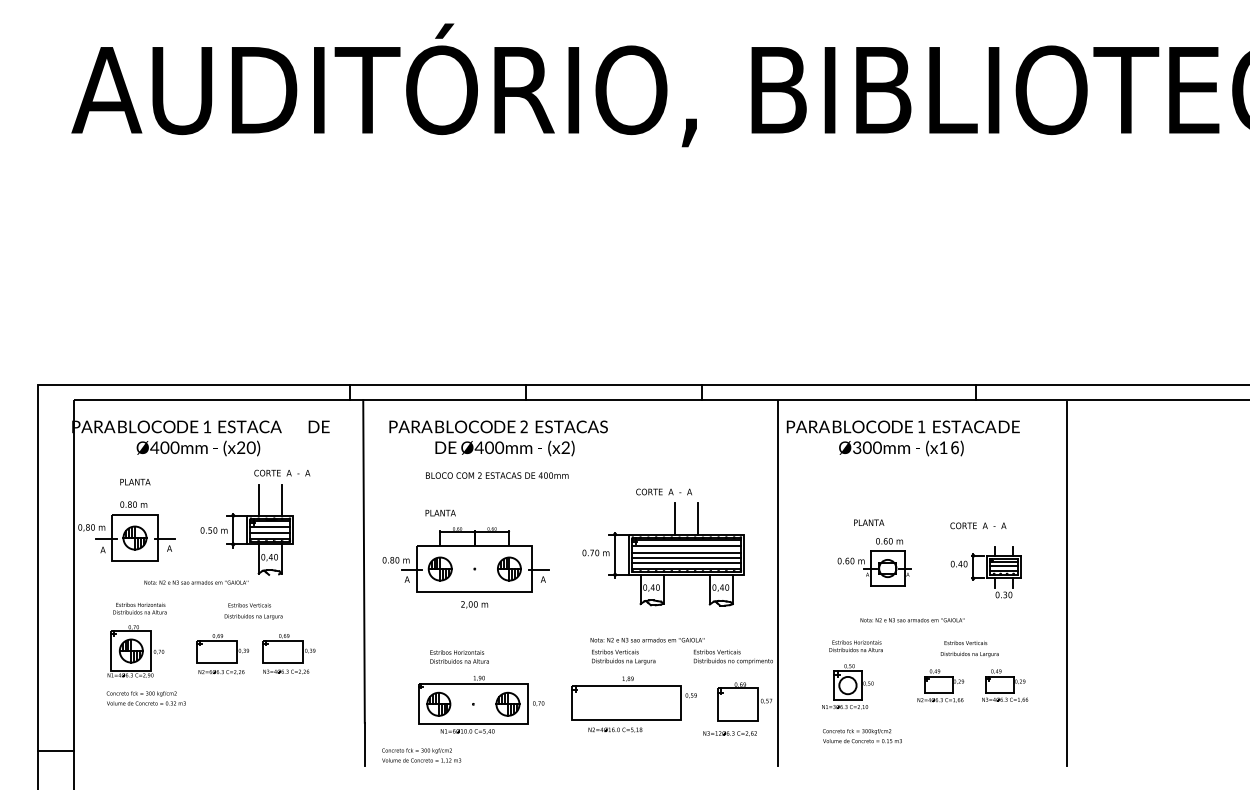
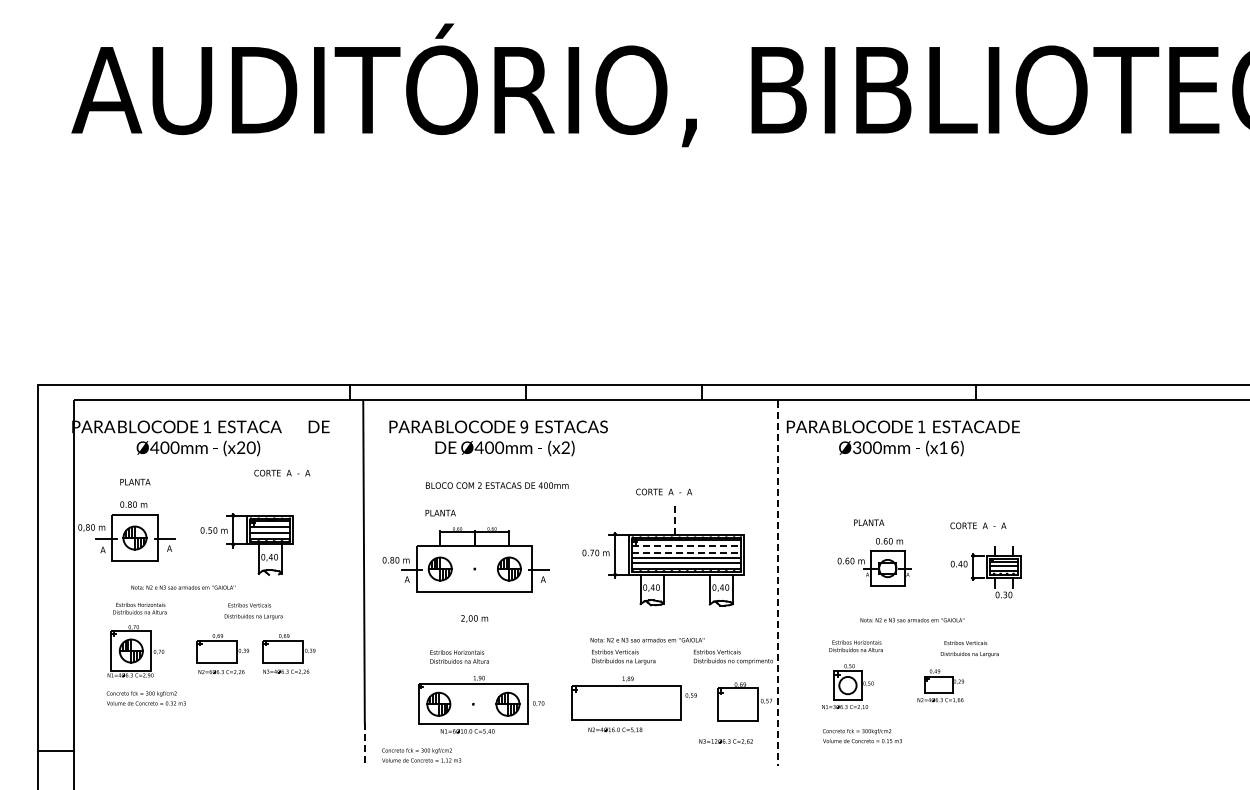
text at (524, 426): 2 -> 9
text at (497, 475) position: (497, 475) -> (497, 485)
line at (259, 499): present -> none
line at (282, 499): present -> none
line at (674, 518): solid -> dashed
line at (697, 518): present -> none
line at (686, 545): solid -> dashed
line at (686, 552): solid -> dashed
text at (196, 582) position: (196, 582) -> (183, 587)
line at (1066, 583): present -> none
line at (777, 584): solid -> dashed
text at (474, 604) position: (474, 604) -> (474, 618)
part at (1005, 685): present -> none
text at (729, 733) position: (729, 733) -> (725, 741)
line at (364, 744): solid -> dashed
